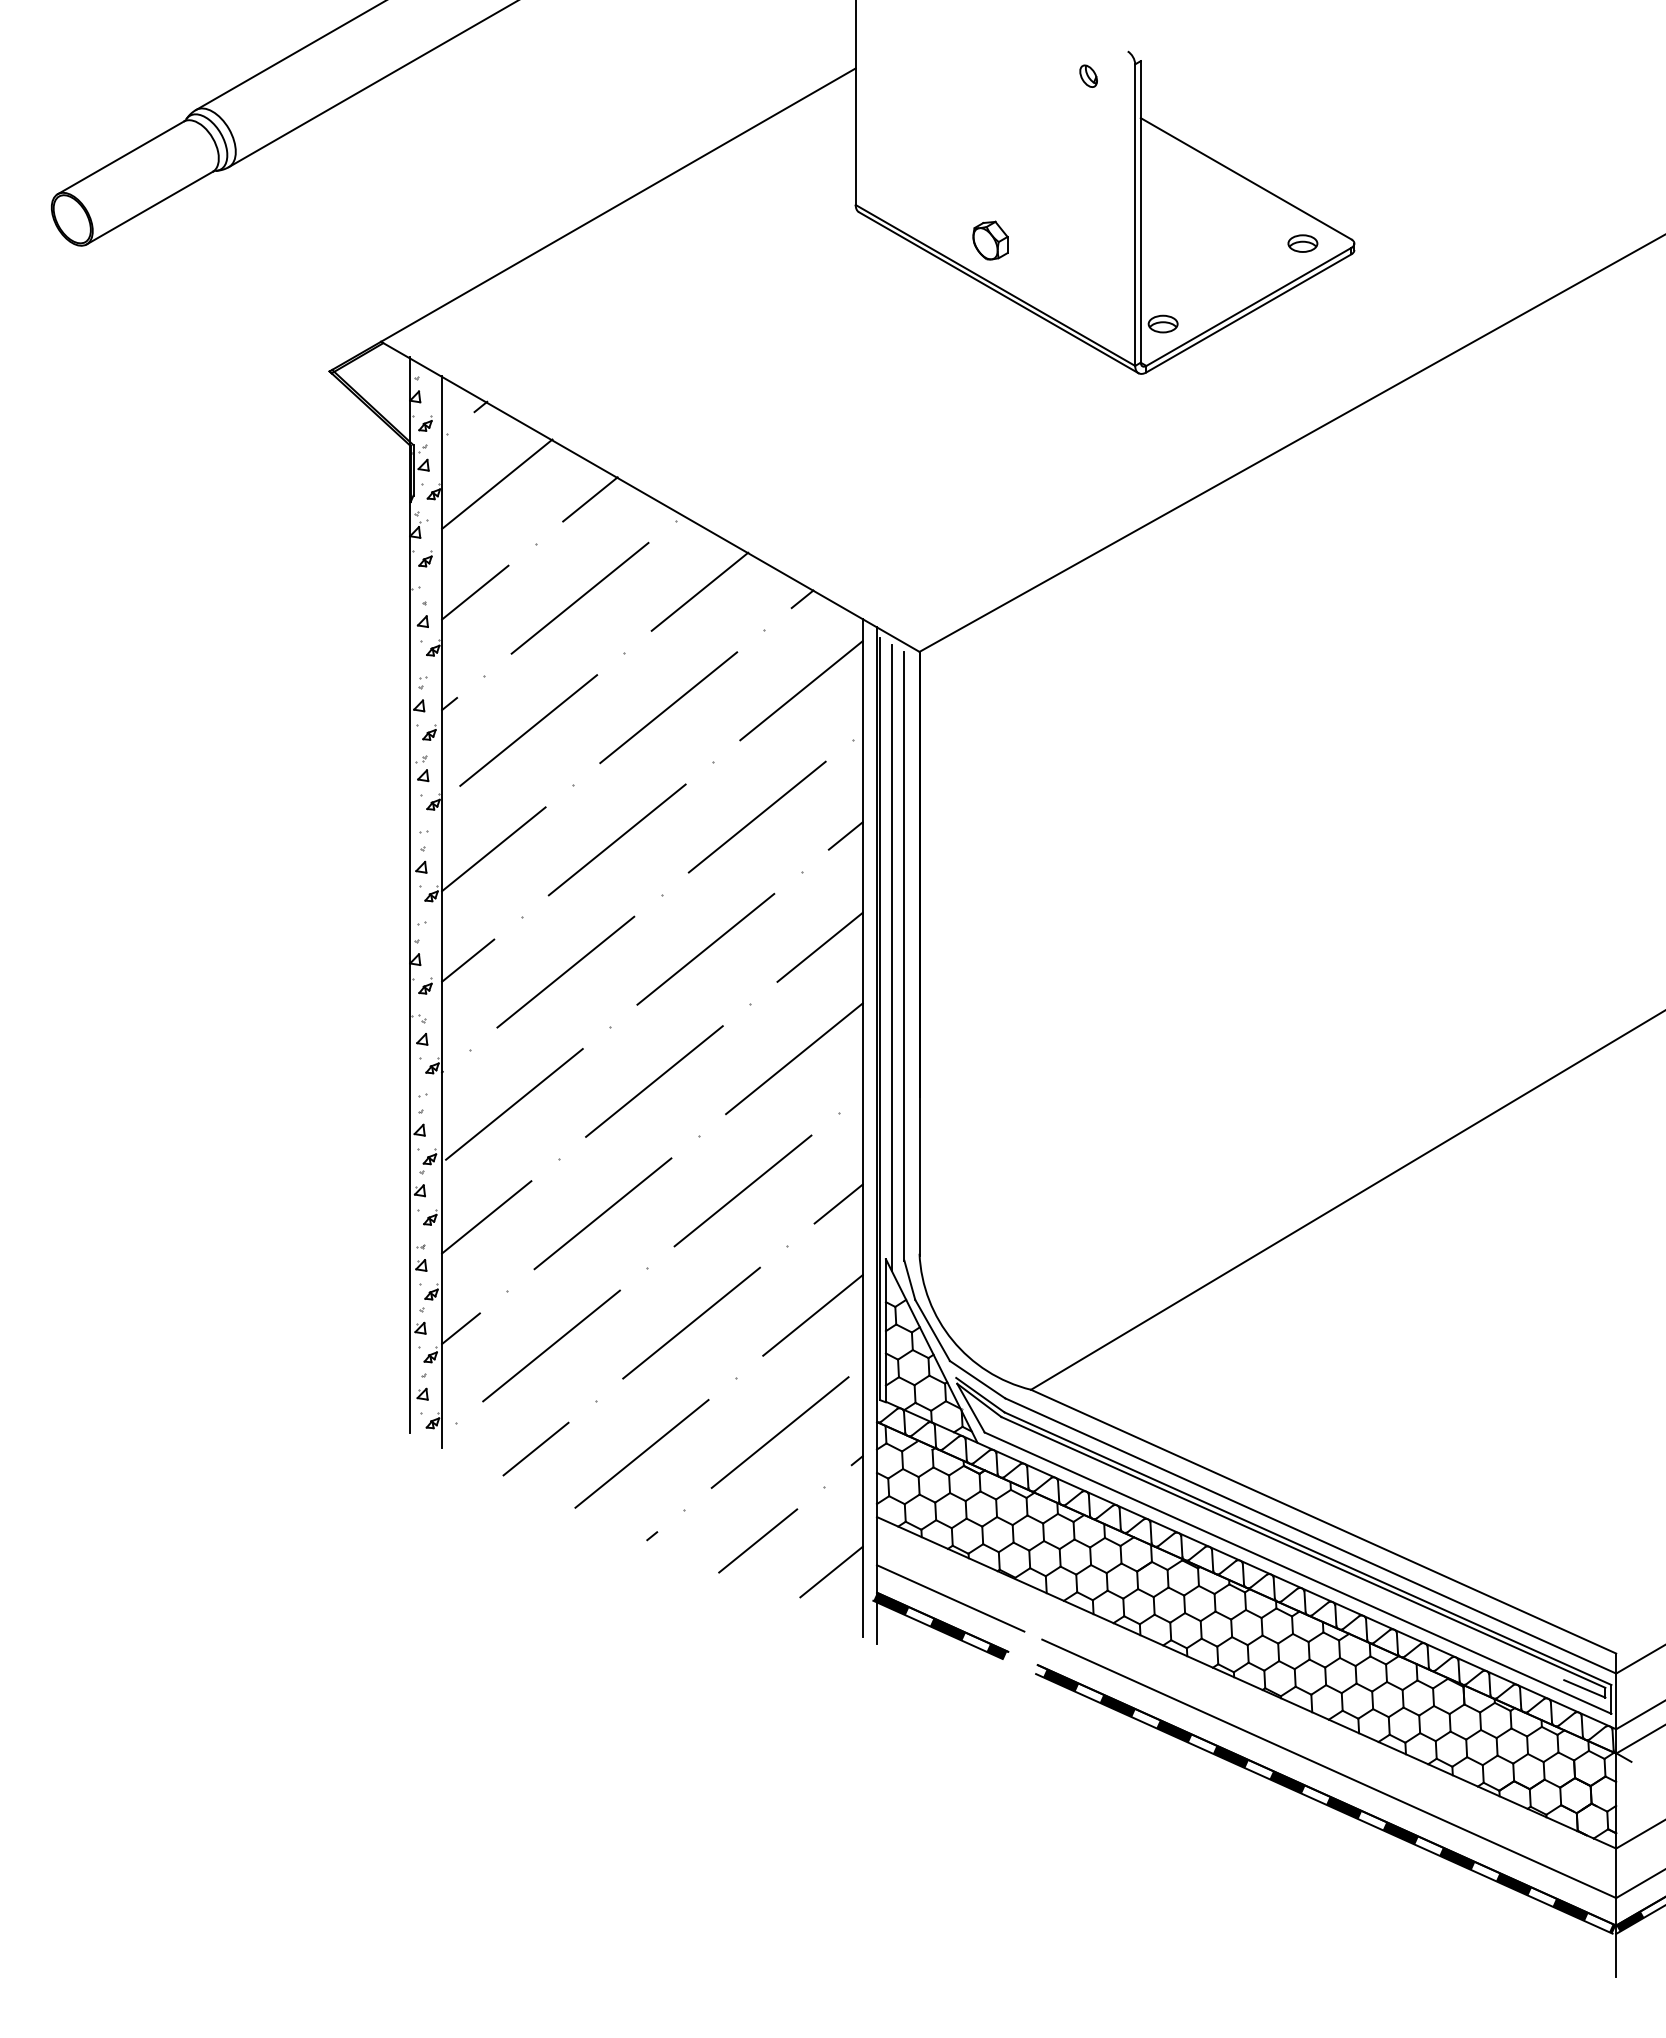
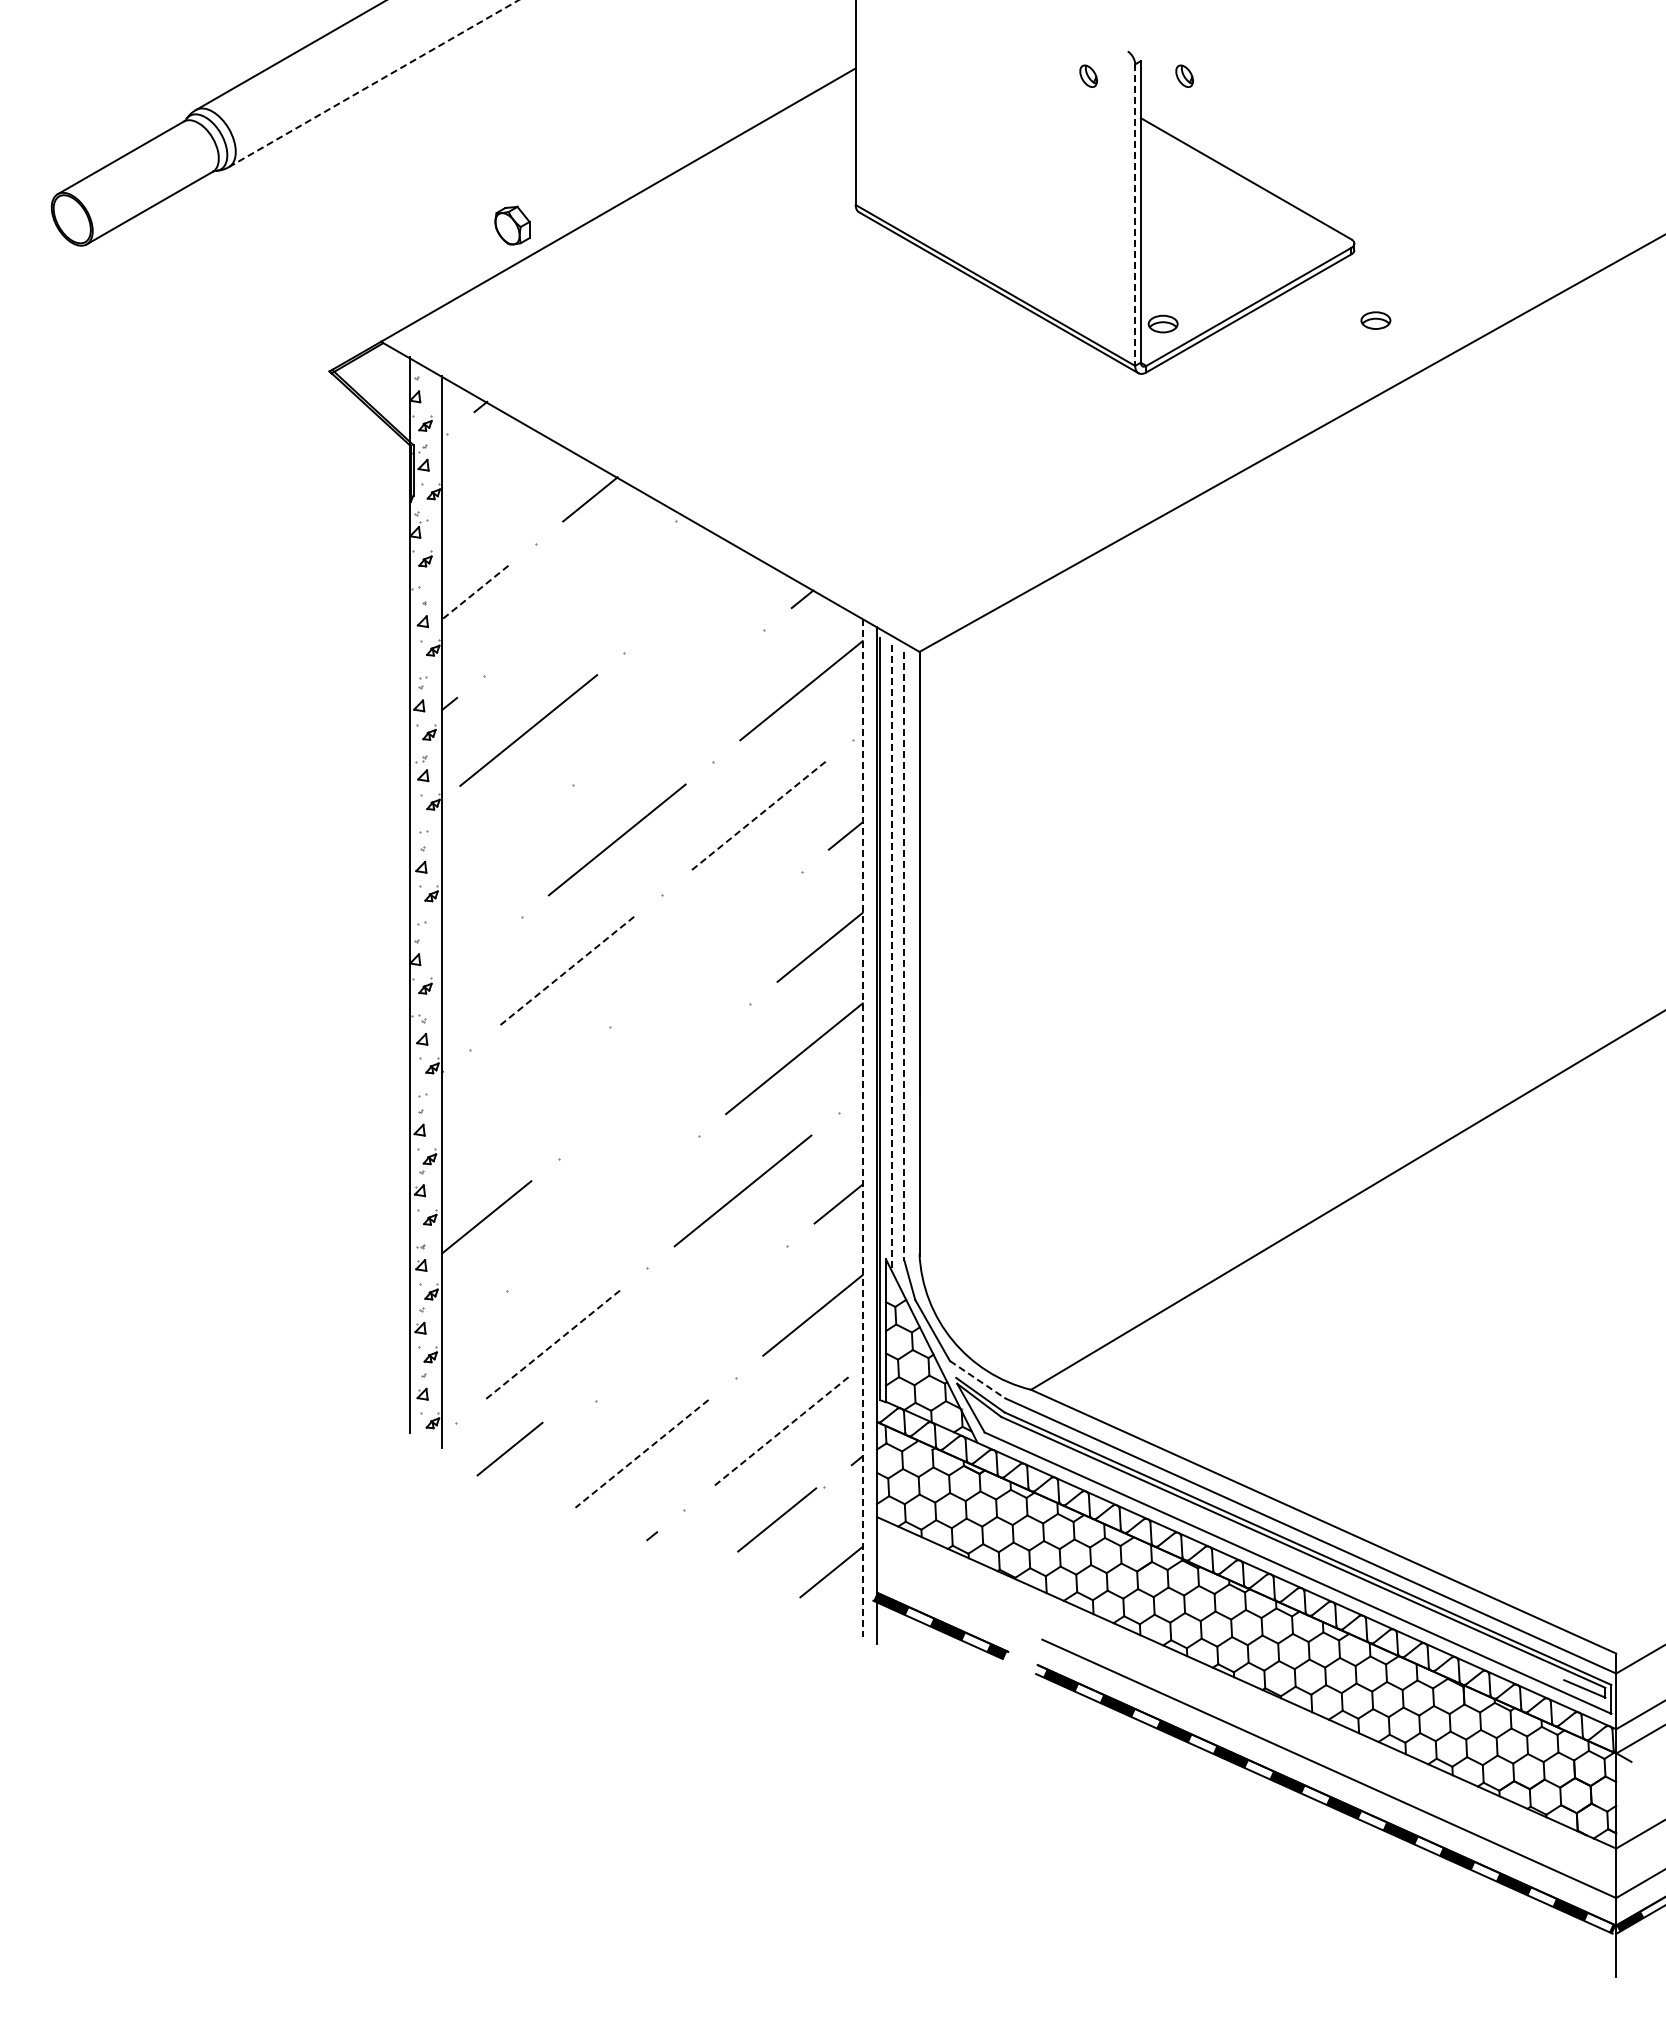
part at (1184, 75): none -> present
line at (373, 83): solid -> dashed
line at (1135, 215): solid -> dashed
part at (990, 240) position: (990, 240) -> (512, 225)
part at (1302, 243) position: (1302, 243) -> (1375, 320)
line at (497, 483): present -> none
line at (699, 591): present -> none
line at (475, 592): solid -> dashed
line at (579, 597): present -> none
line at (668, 707): present -> none
line at (757, 817): solid -> dashed
line at (493, 849): present -> none
line at (705, 948): present -> none
line at (904, 956): solid -> dashed
line at (892, 958): solid -> dashed
line at (468, 960): present -> none
line at (565, 972): solid -> dashed
line at (654, 1081): present -> none
line at (514, 1104): present -> none
line at (862, 1128): solid -> dashed
line at (602, 1213): present -> none
line at (691, 1322): present -> none
line at (460, 1328): present -> none
line at (551, 1345): solid -> dashed
line at (978, 1379): solid -> dashed
line at (780, 1432): solid -> dashed
line at (535, 1448) position: (535, 1448) -> (509, 1448)
line at (642, 1453): solid -> dashed
line at (758, 1540) position: (758, 1540) -> (777, 1519)
line at (950, 1598): present -> none
